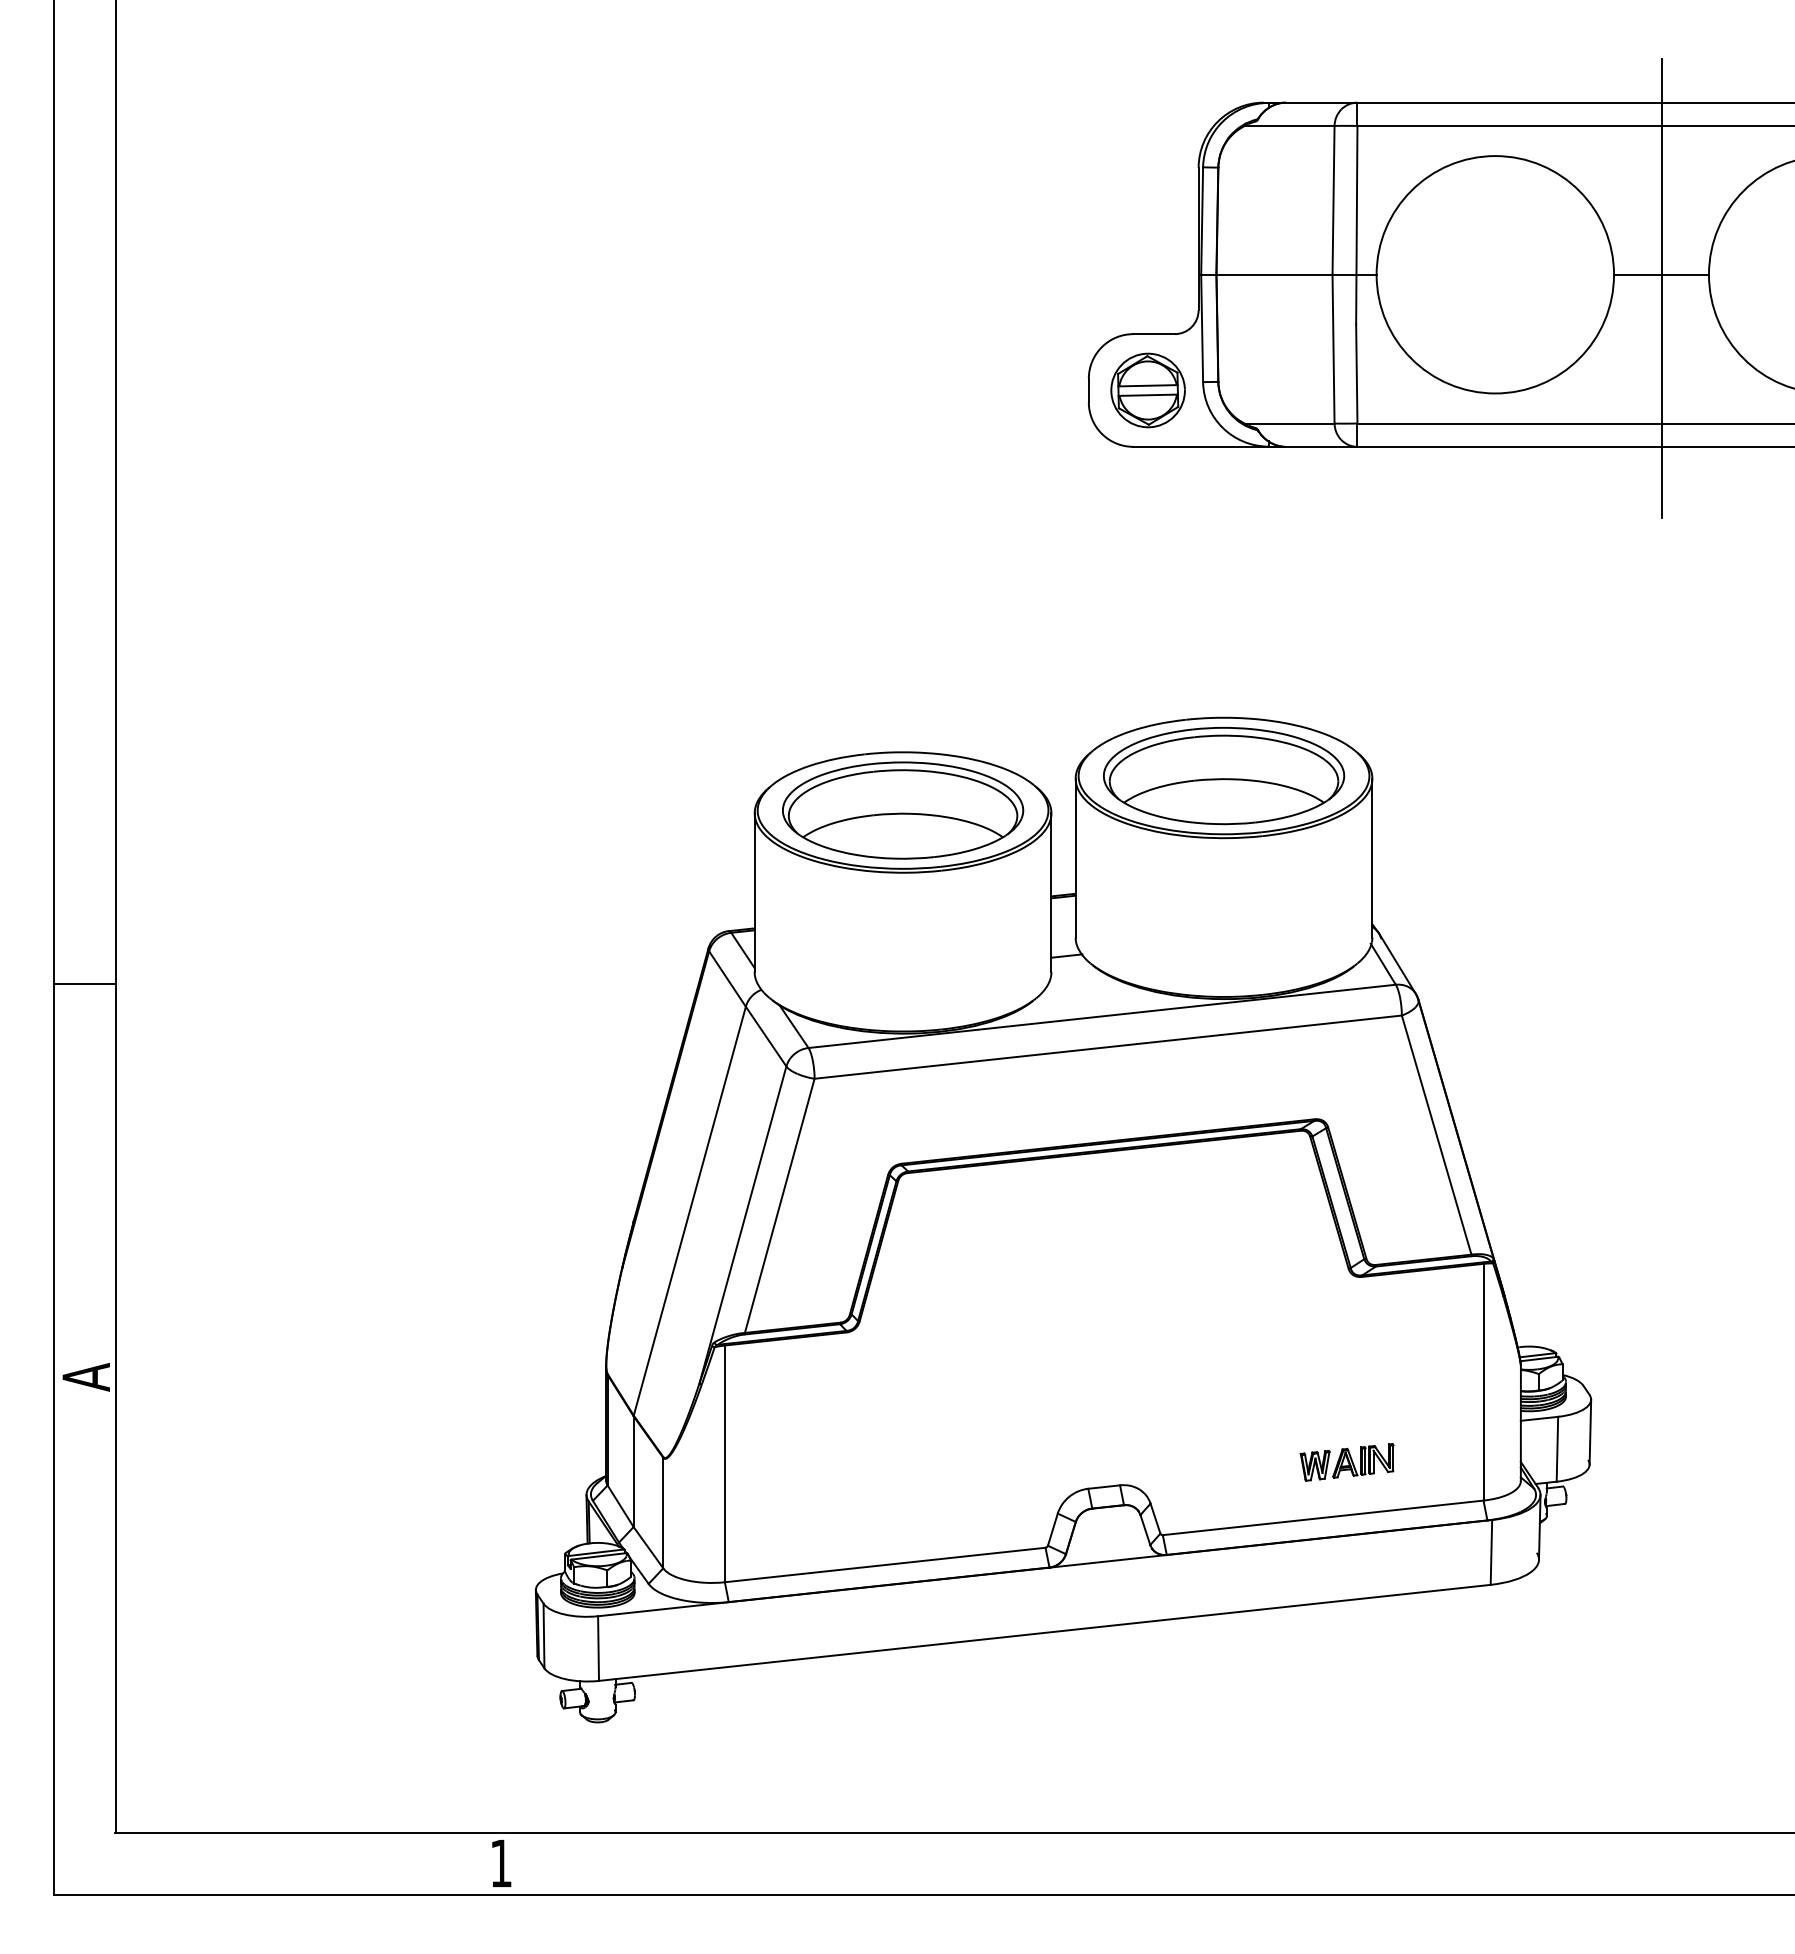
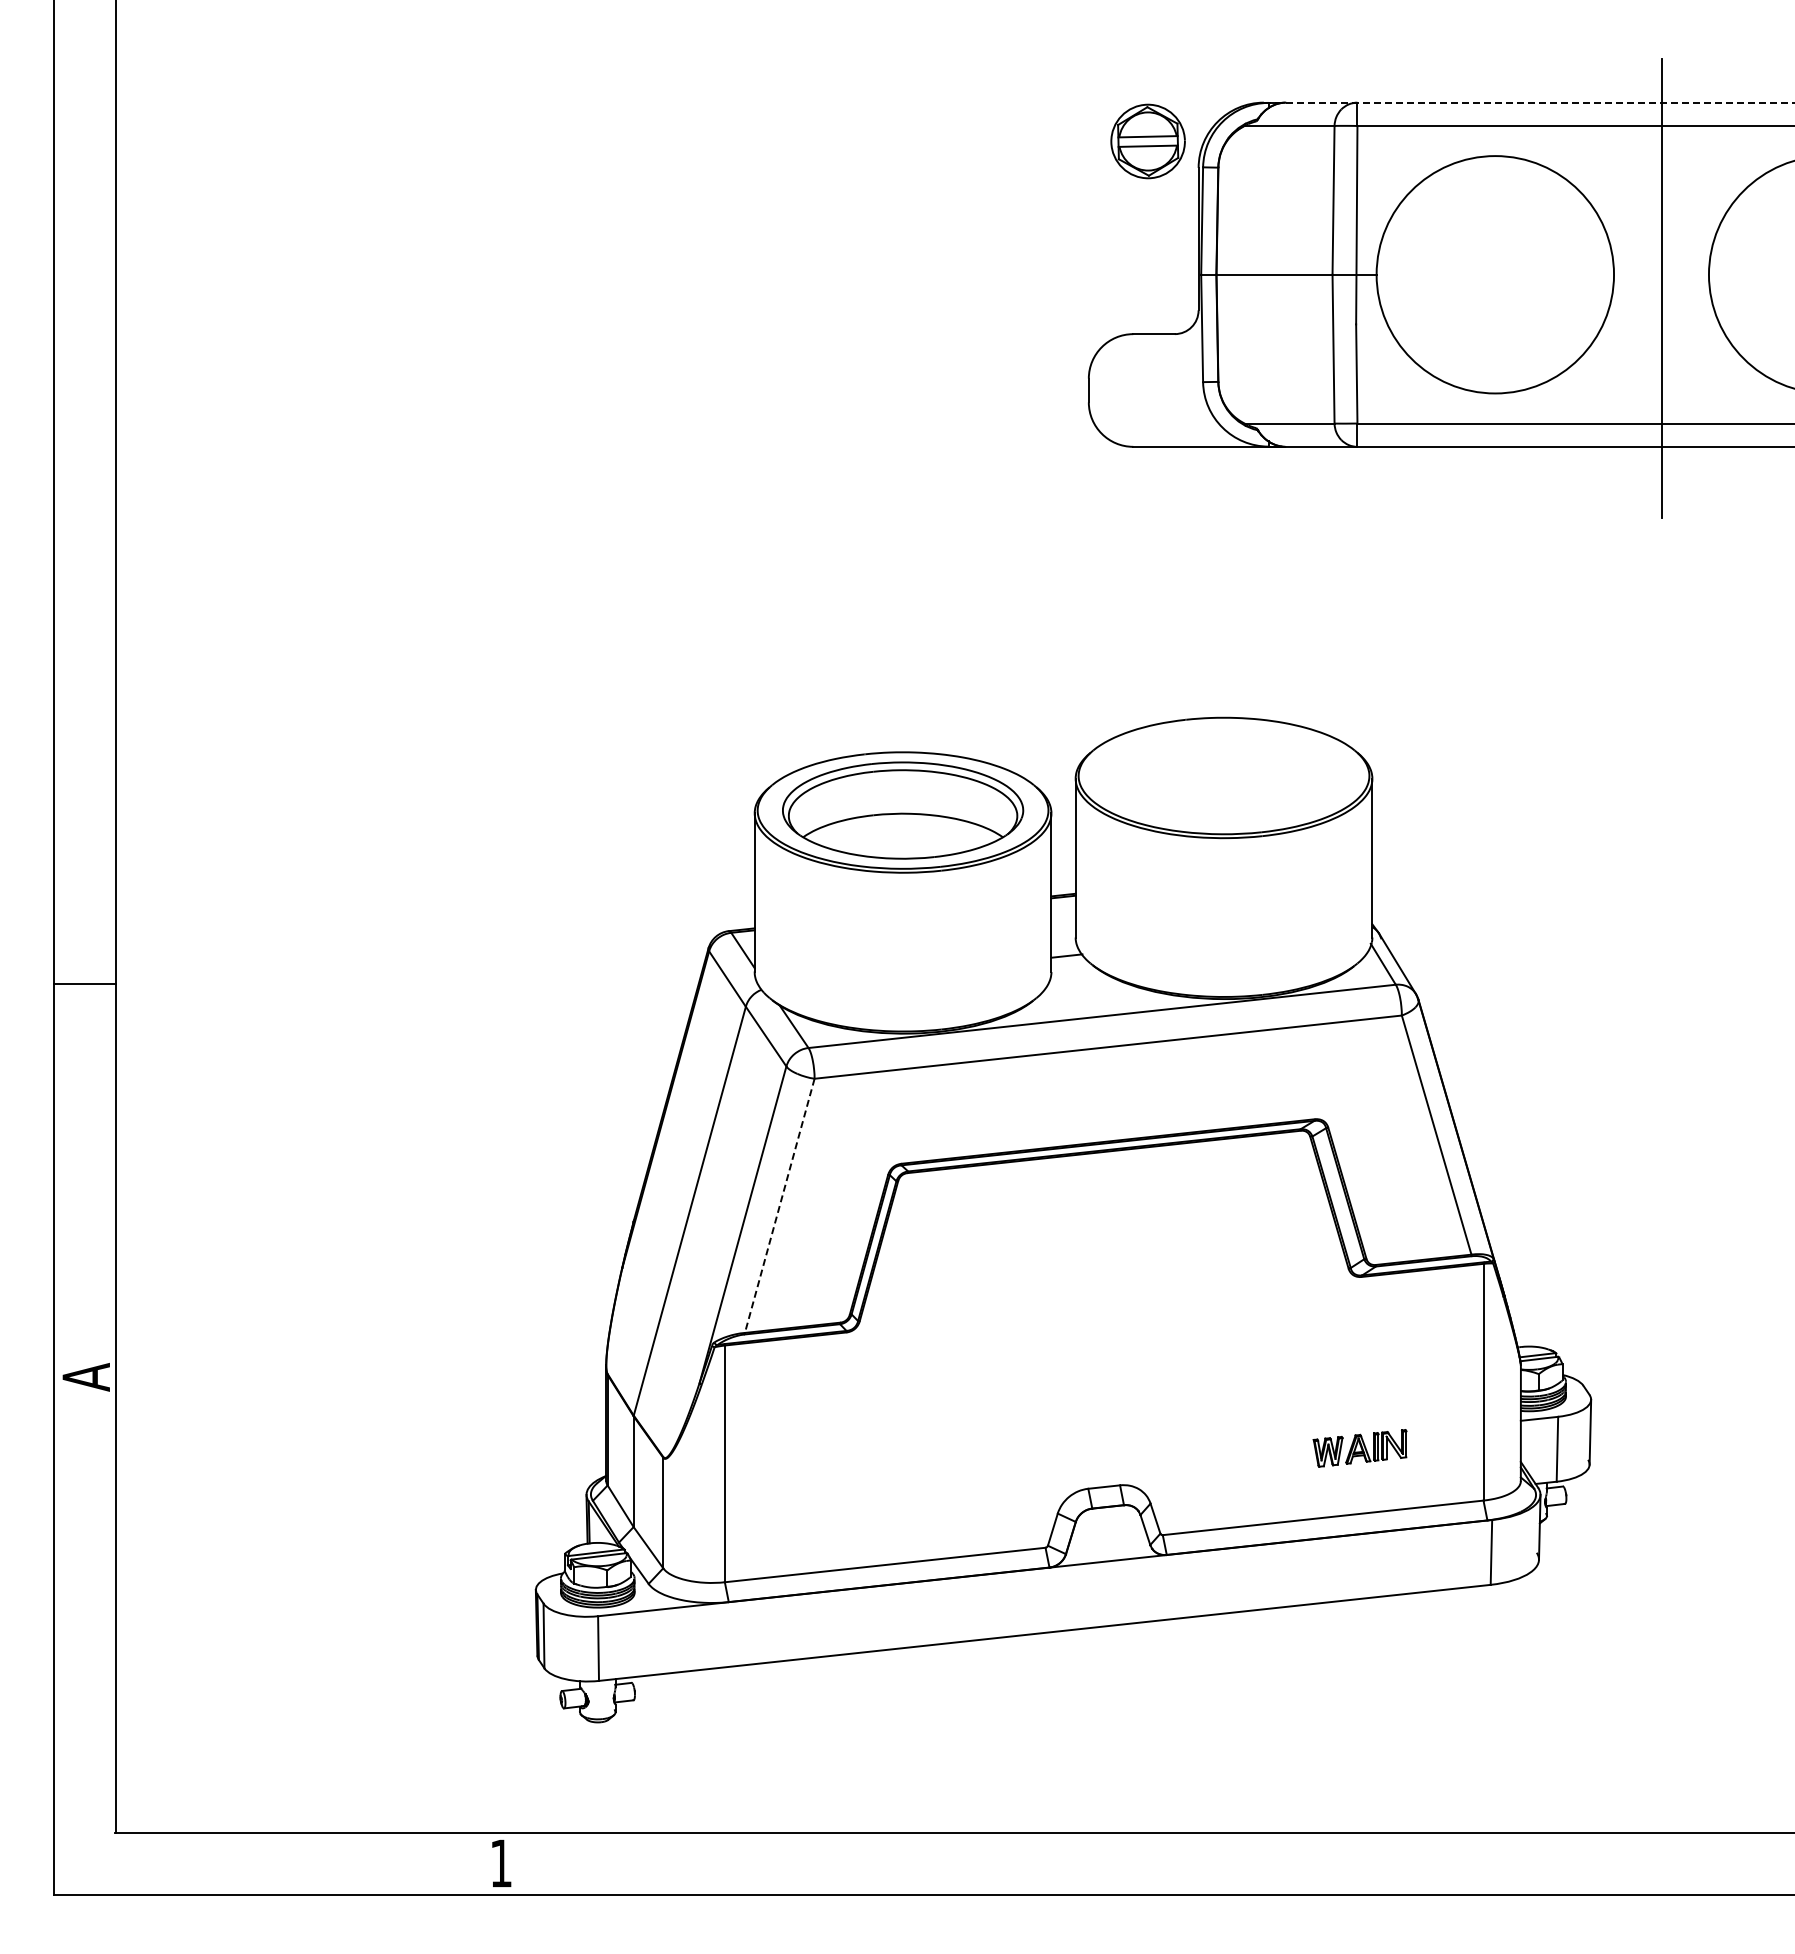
line at (1529, 102): solid -> dashed
line at (1661, 274): present -> none
part at (1147, 390) position: (1147, 390) -> (1147, 141)
part at (1224, 776): present -> none
line at (779, 1205): solid -> dashed
part at (1346, 1462) position: (1346, 1462) -> (1359, 1448)
